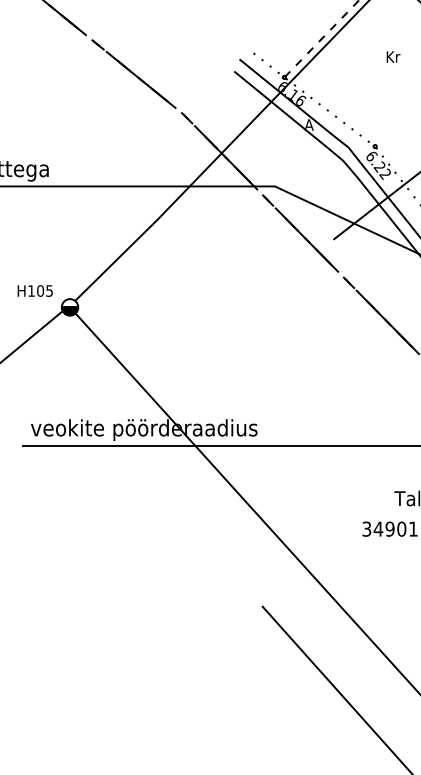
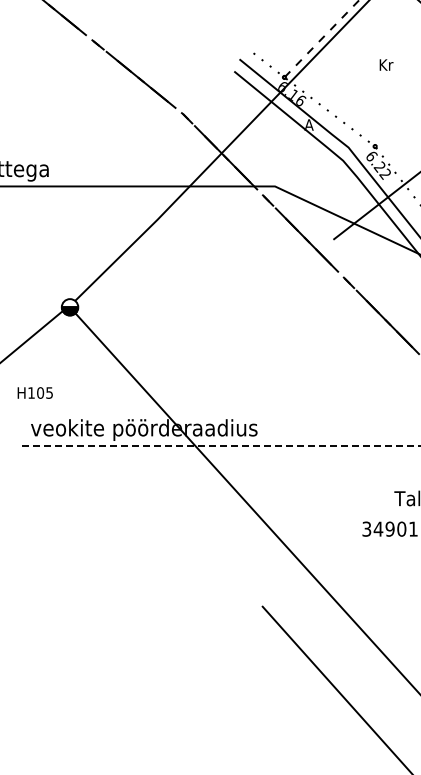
text at (393, 56) position: (393, 56) -> (386, 64)
text at (34, 290) position: (34, 290) -> (34, 392)
line at (221, 445): solid -> dashed
